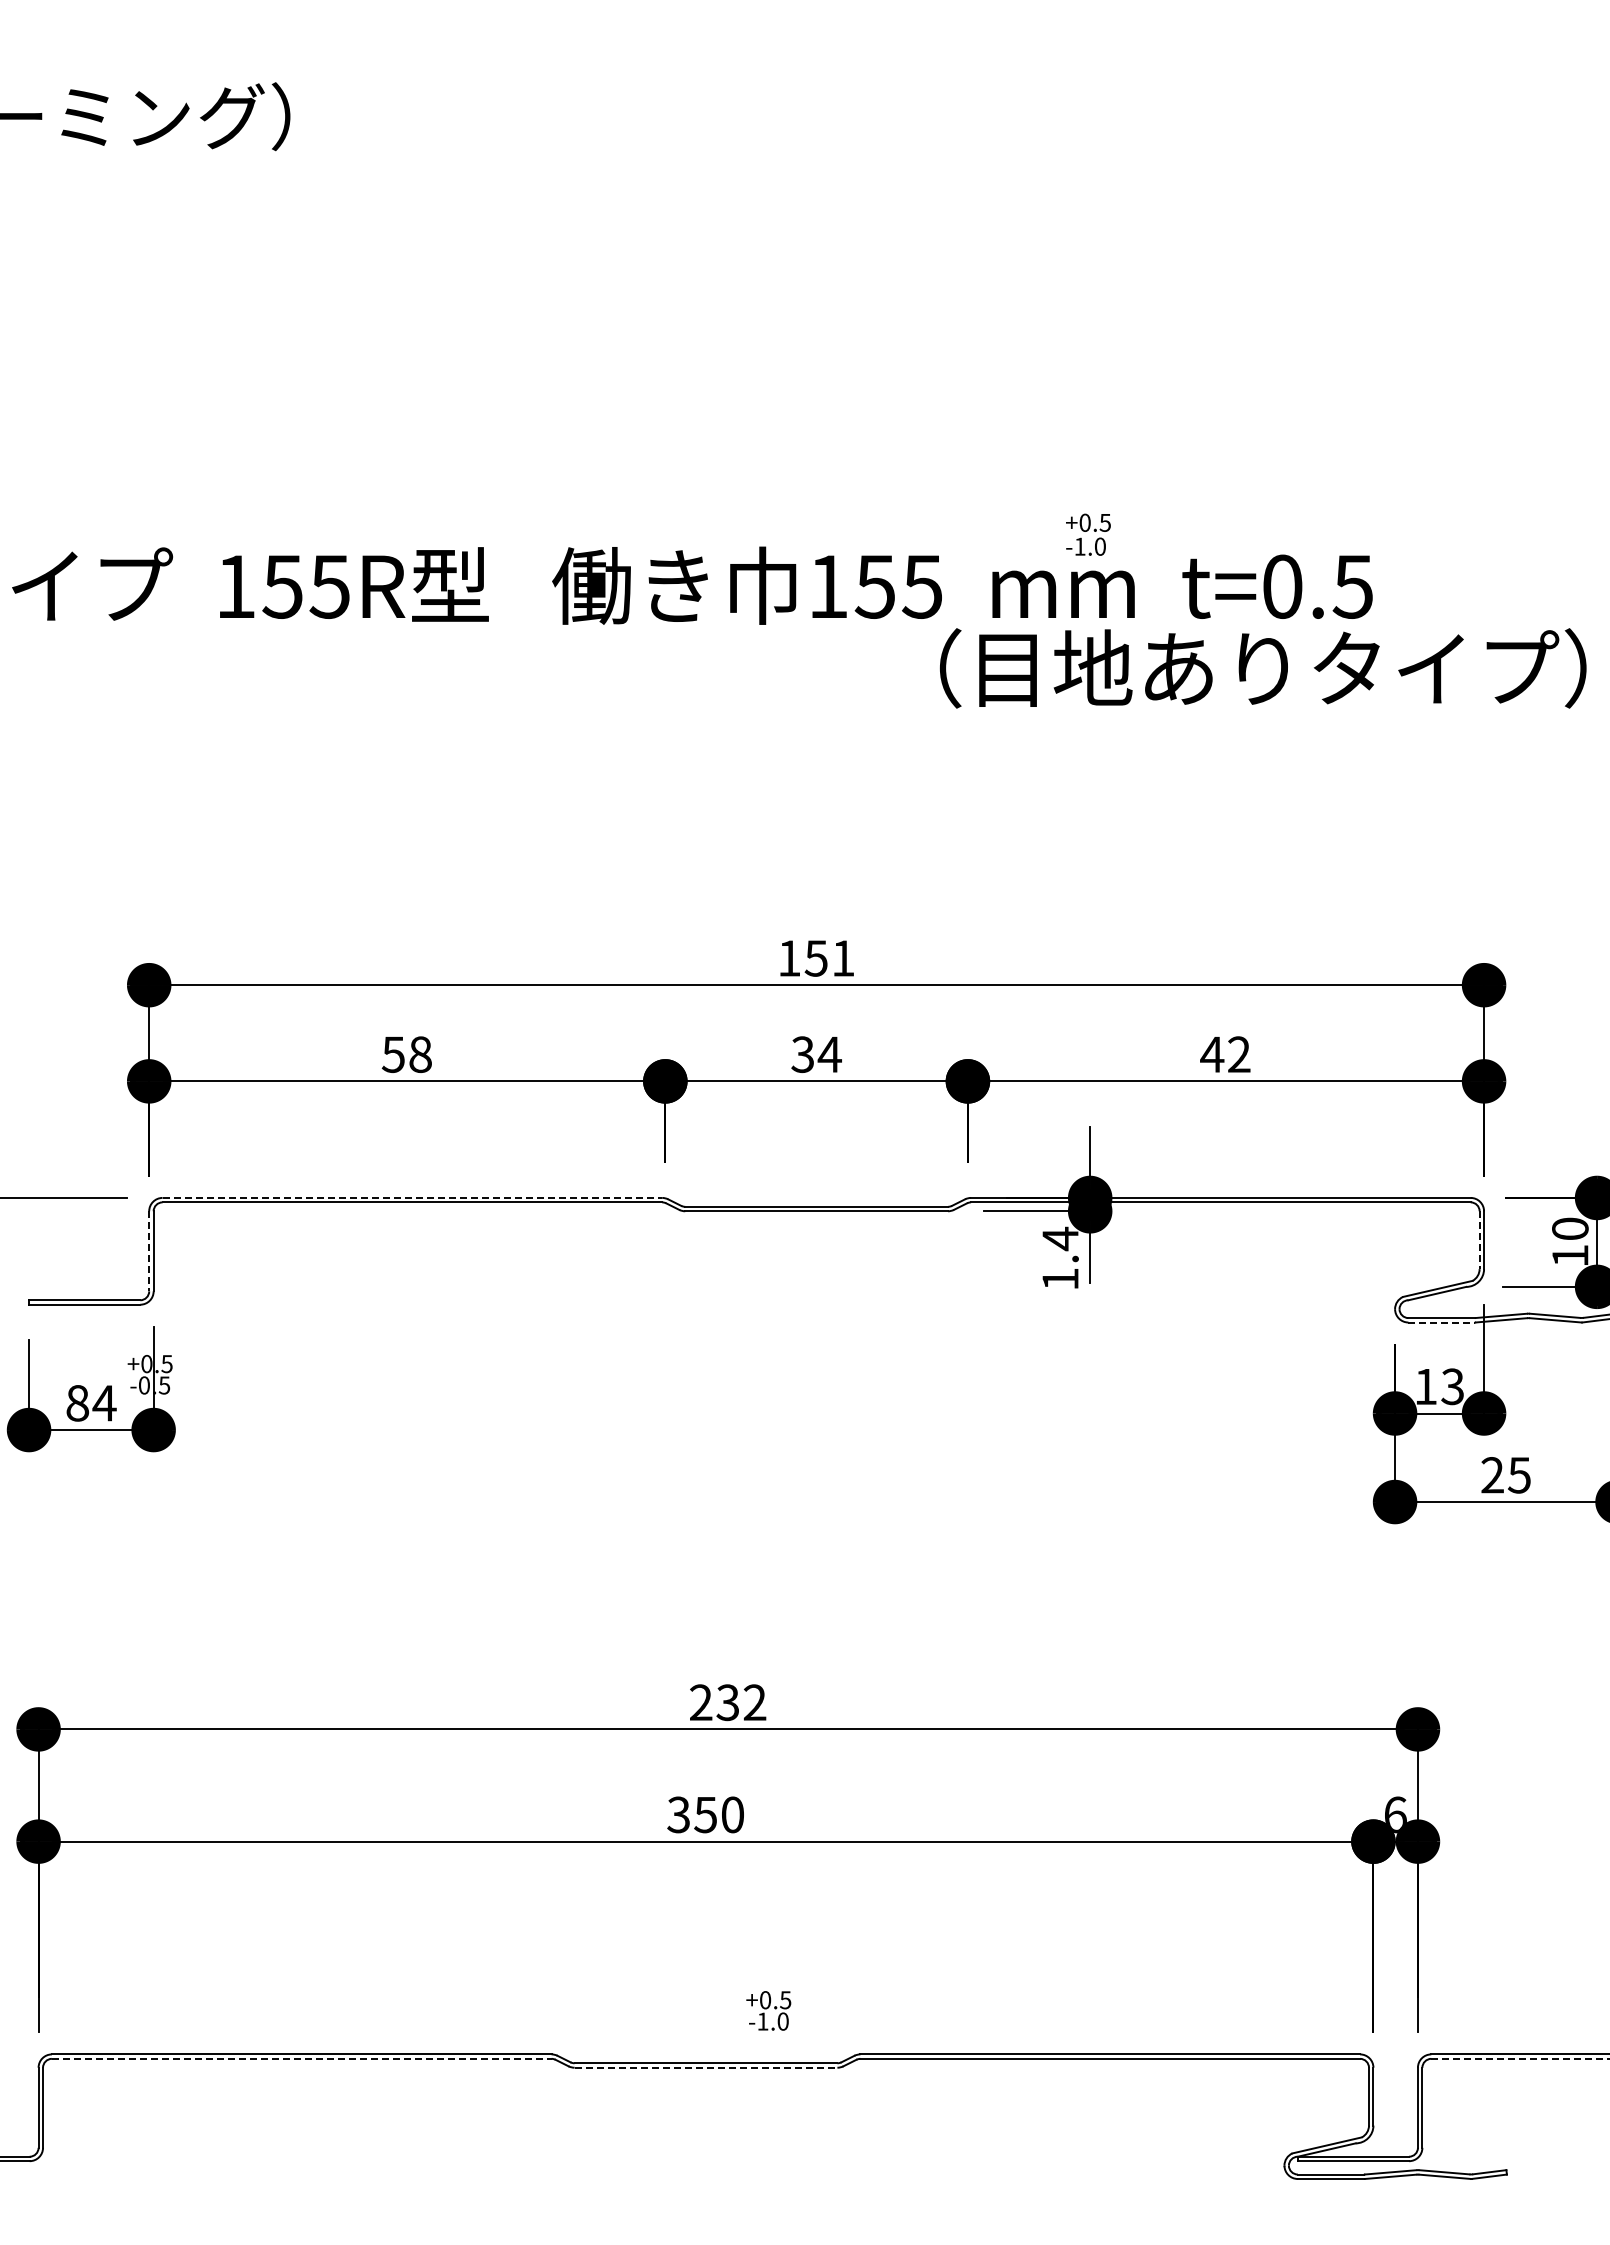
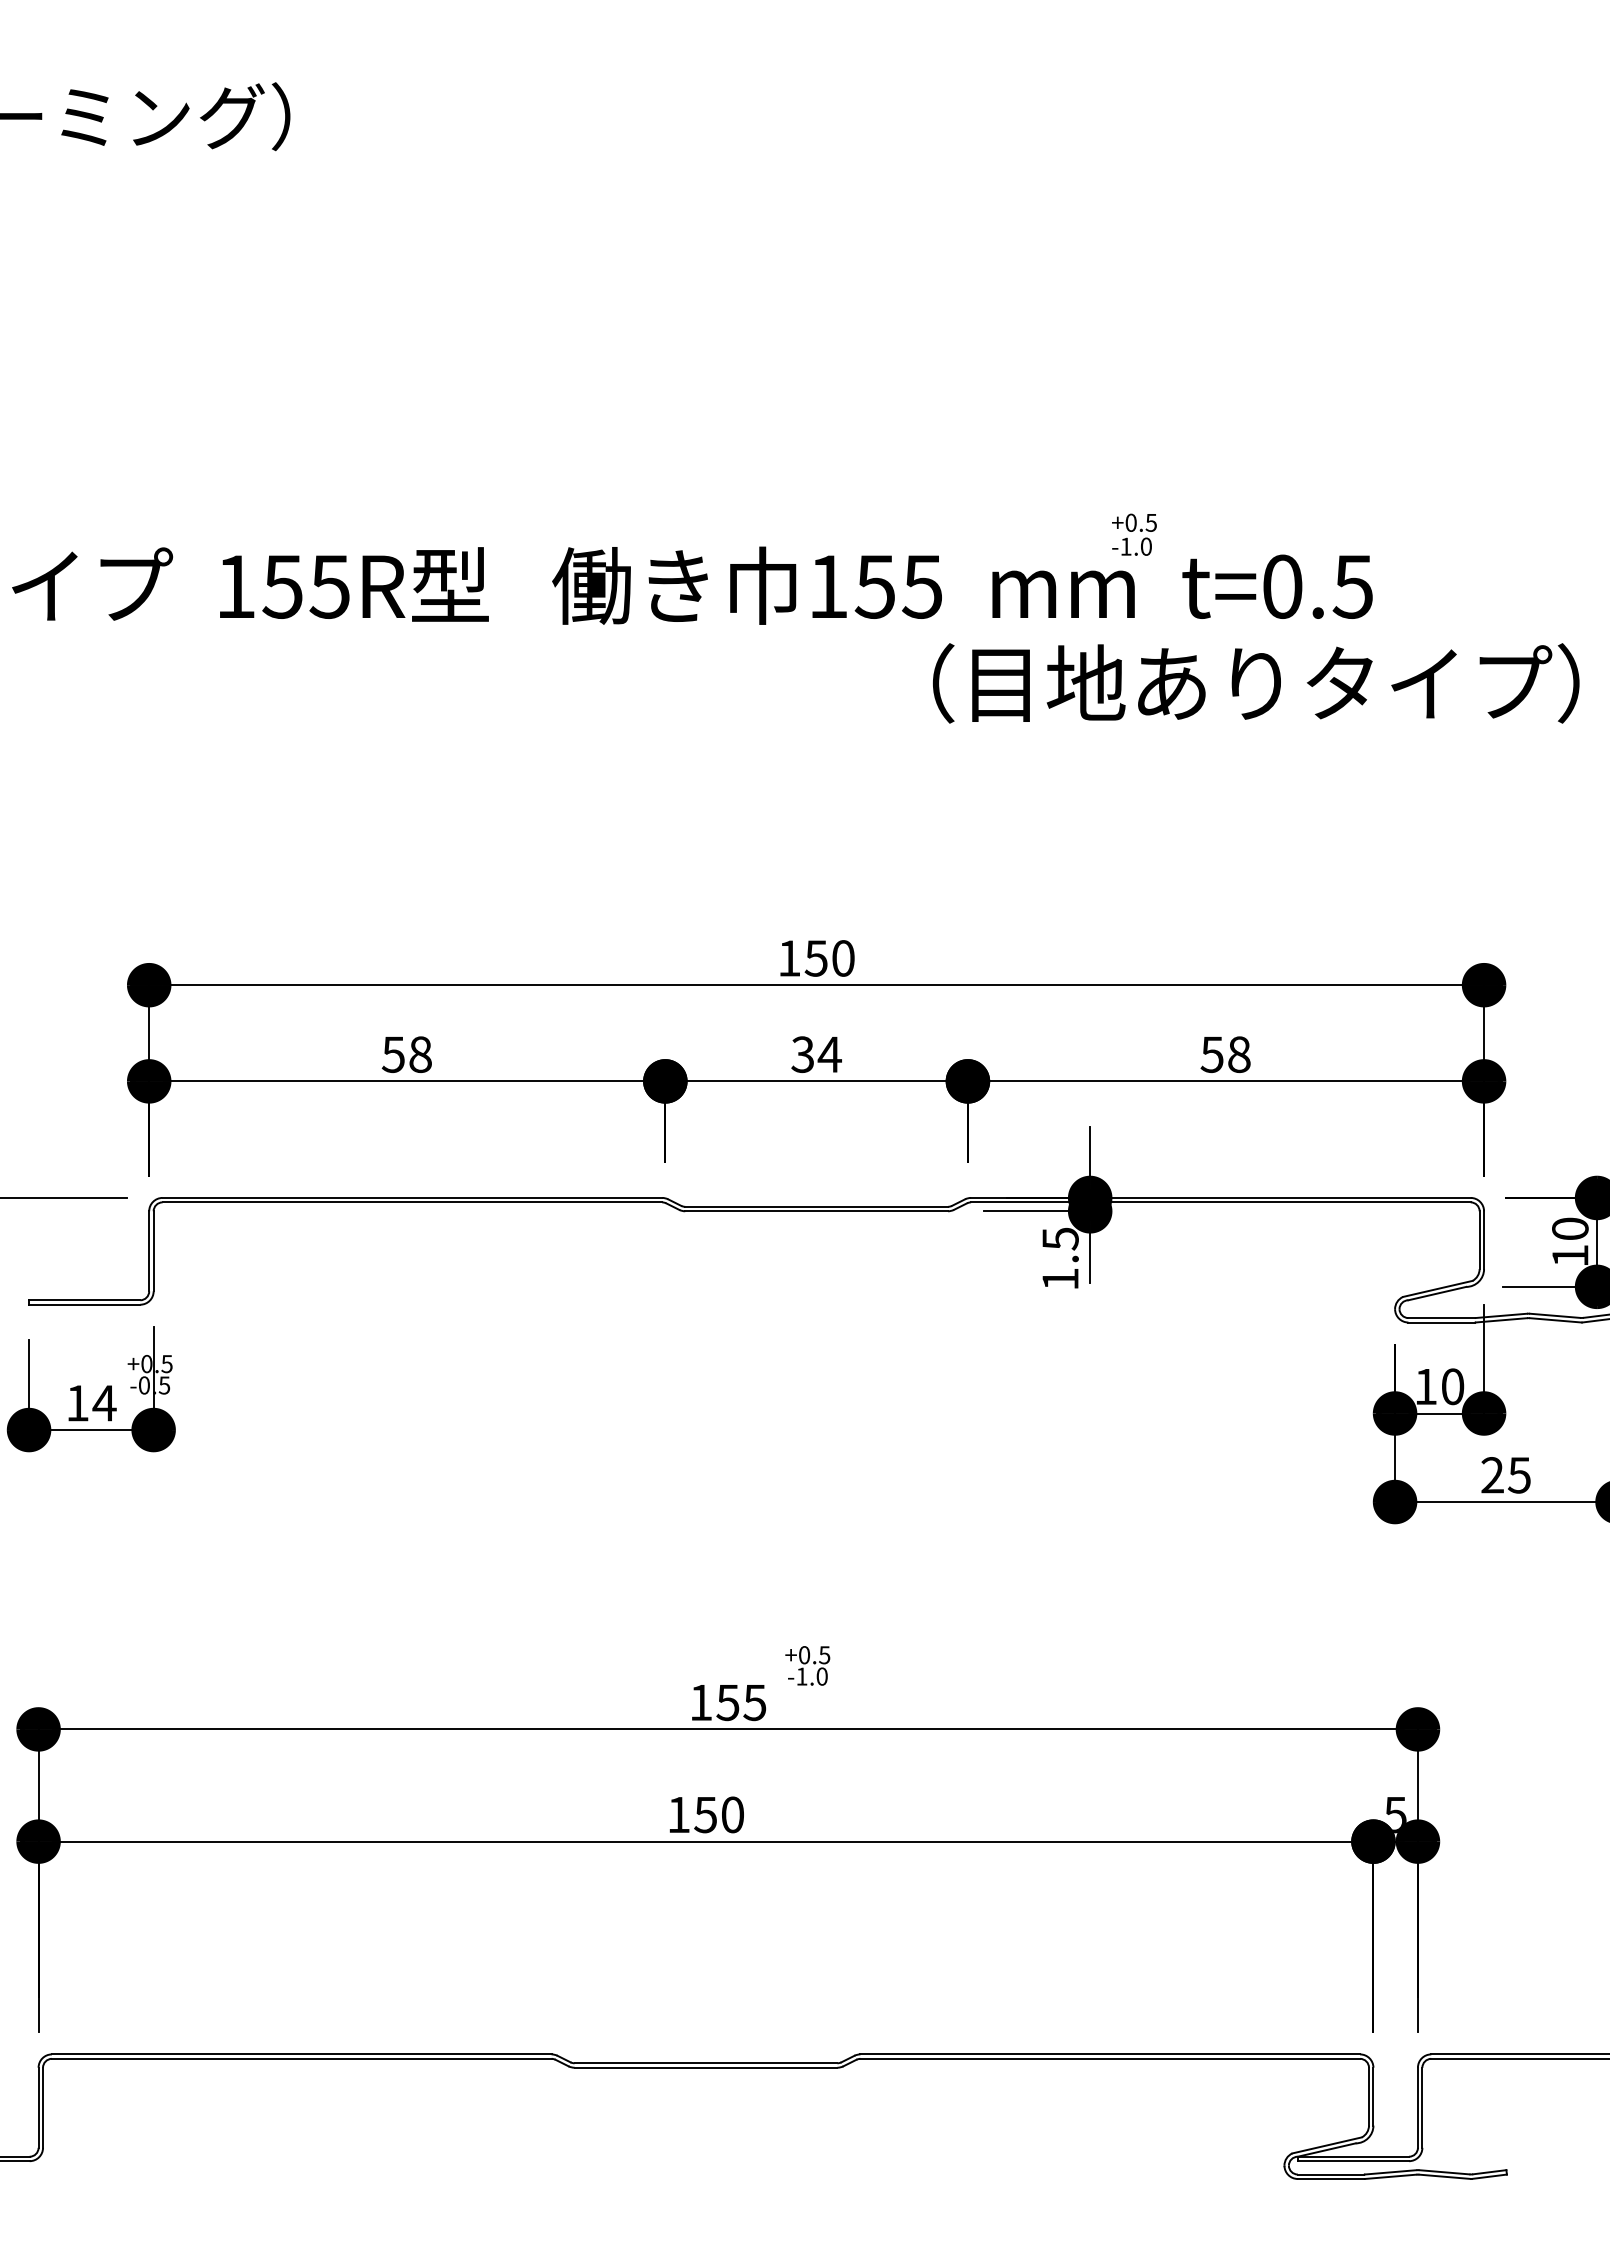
text at (1088, 534) position: (1088, 534) -> (1134, 534)
text at (1263, 668) position: (1263, 668) -> (1256, 683)
text at (843, 958): 151 -> 150
text at (1225, 1054): 42 -> 58
line at (412, 1197): dashed -> solid
text at (1060, 1238): 1.4 -> 1.5
line at (1479, 1240): dashed -> solid
line at (149, 1251): dashed -> solid
line at (1442, 1322): dashed -> solid
text at (1452, 1386): 13 -> 10
text at (77, 1403): 84 -> 14
text at (728, 1702): 232 -> 155
text at (678, 1814): 350 -> 150
text at (1395, 1814): 6 -> 5
text at (768, 2010) position: (768, 2010) -> (807, 1665)
line at (301, 2058): dashed -> solid
line at (1520, 2058): dashed -> solid
line at (706, 2067): dashed -> solid
